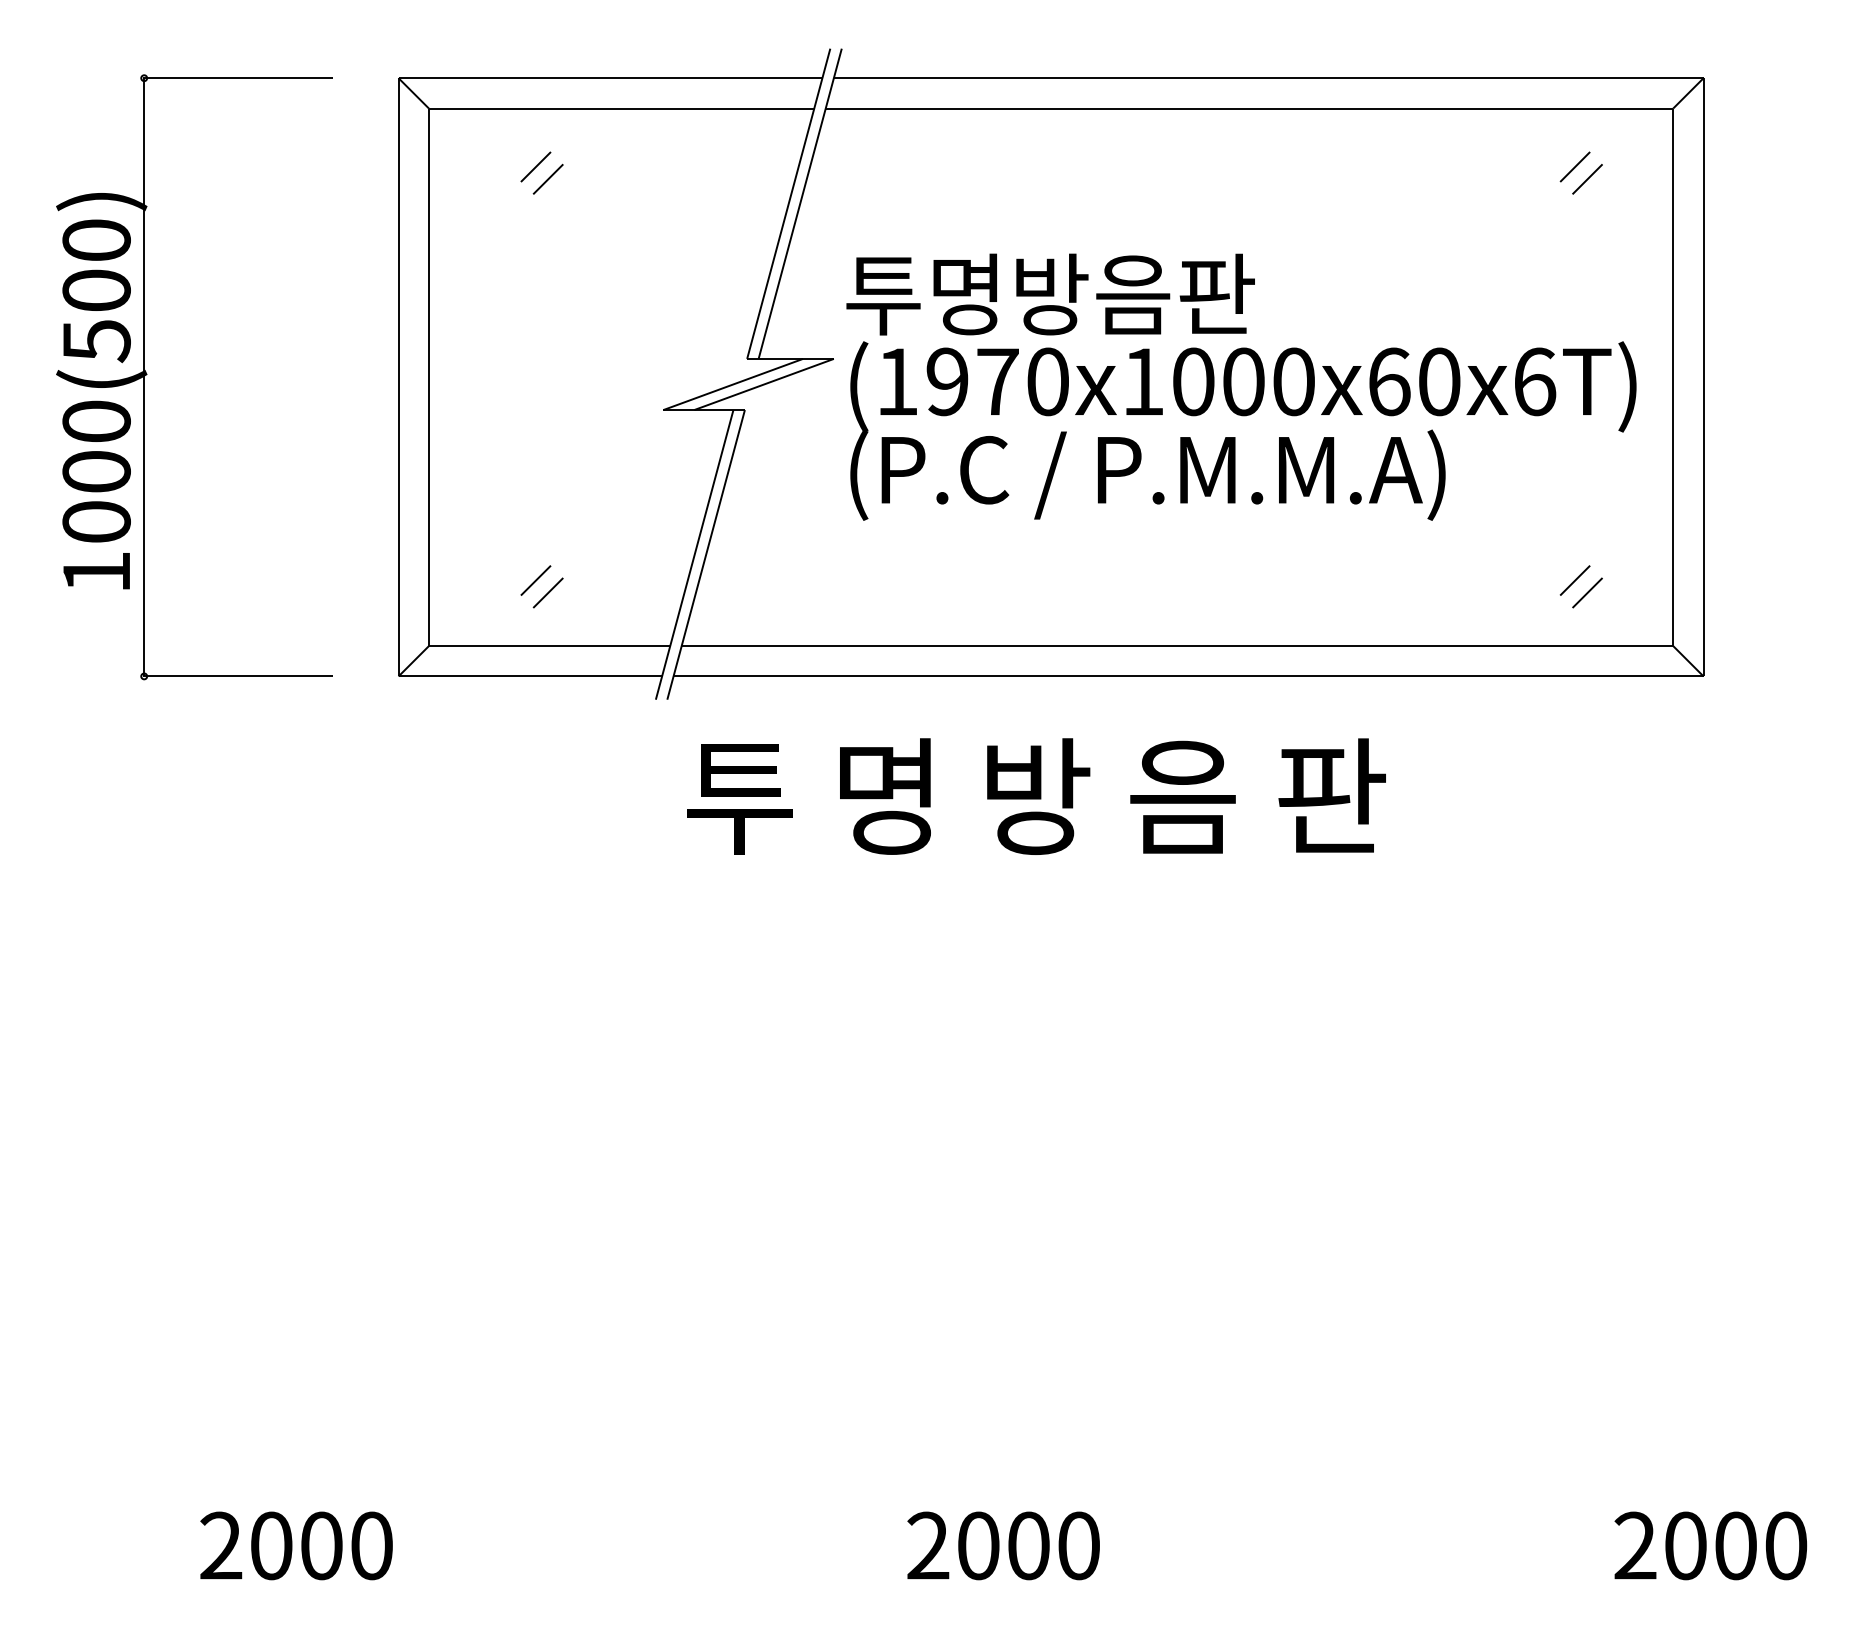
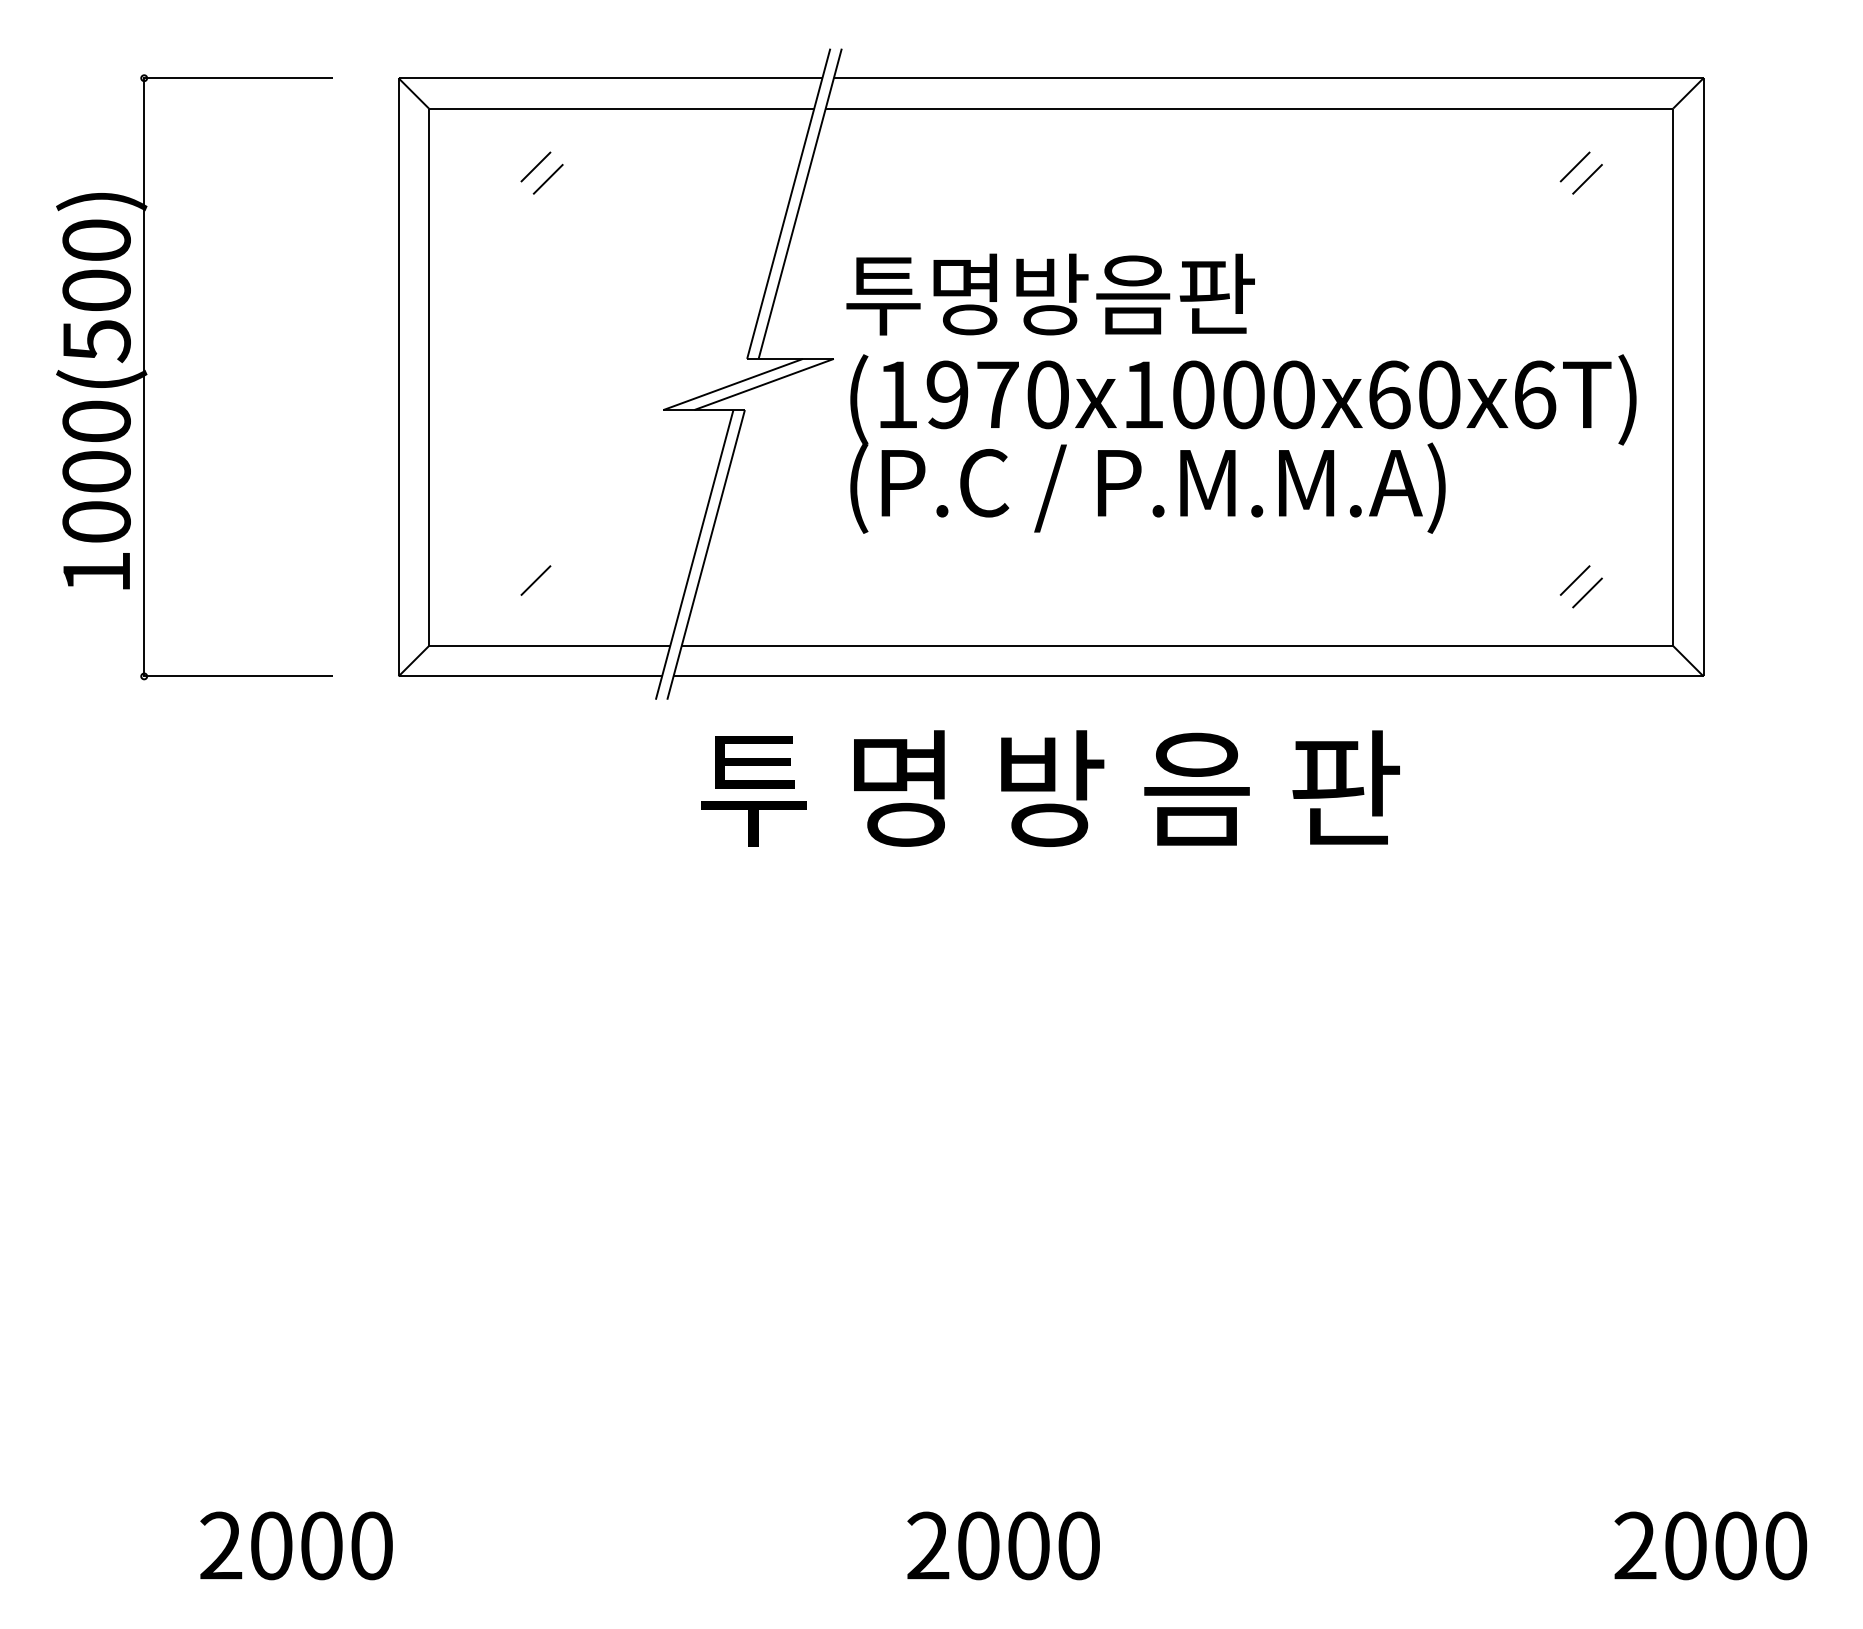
text at (1243, 430) position: (1243, 430) -> (1243, 443)
line at (547, 592): present -> none
text at (1036, 796) position: (1036, 796) -> (1050, 788)
